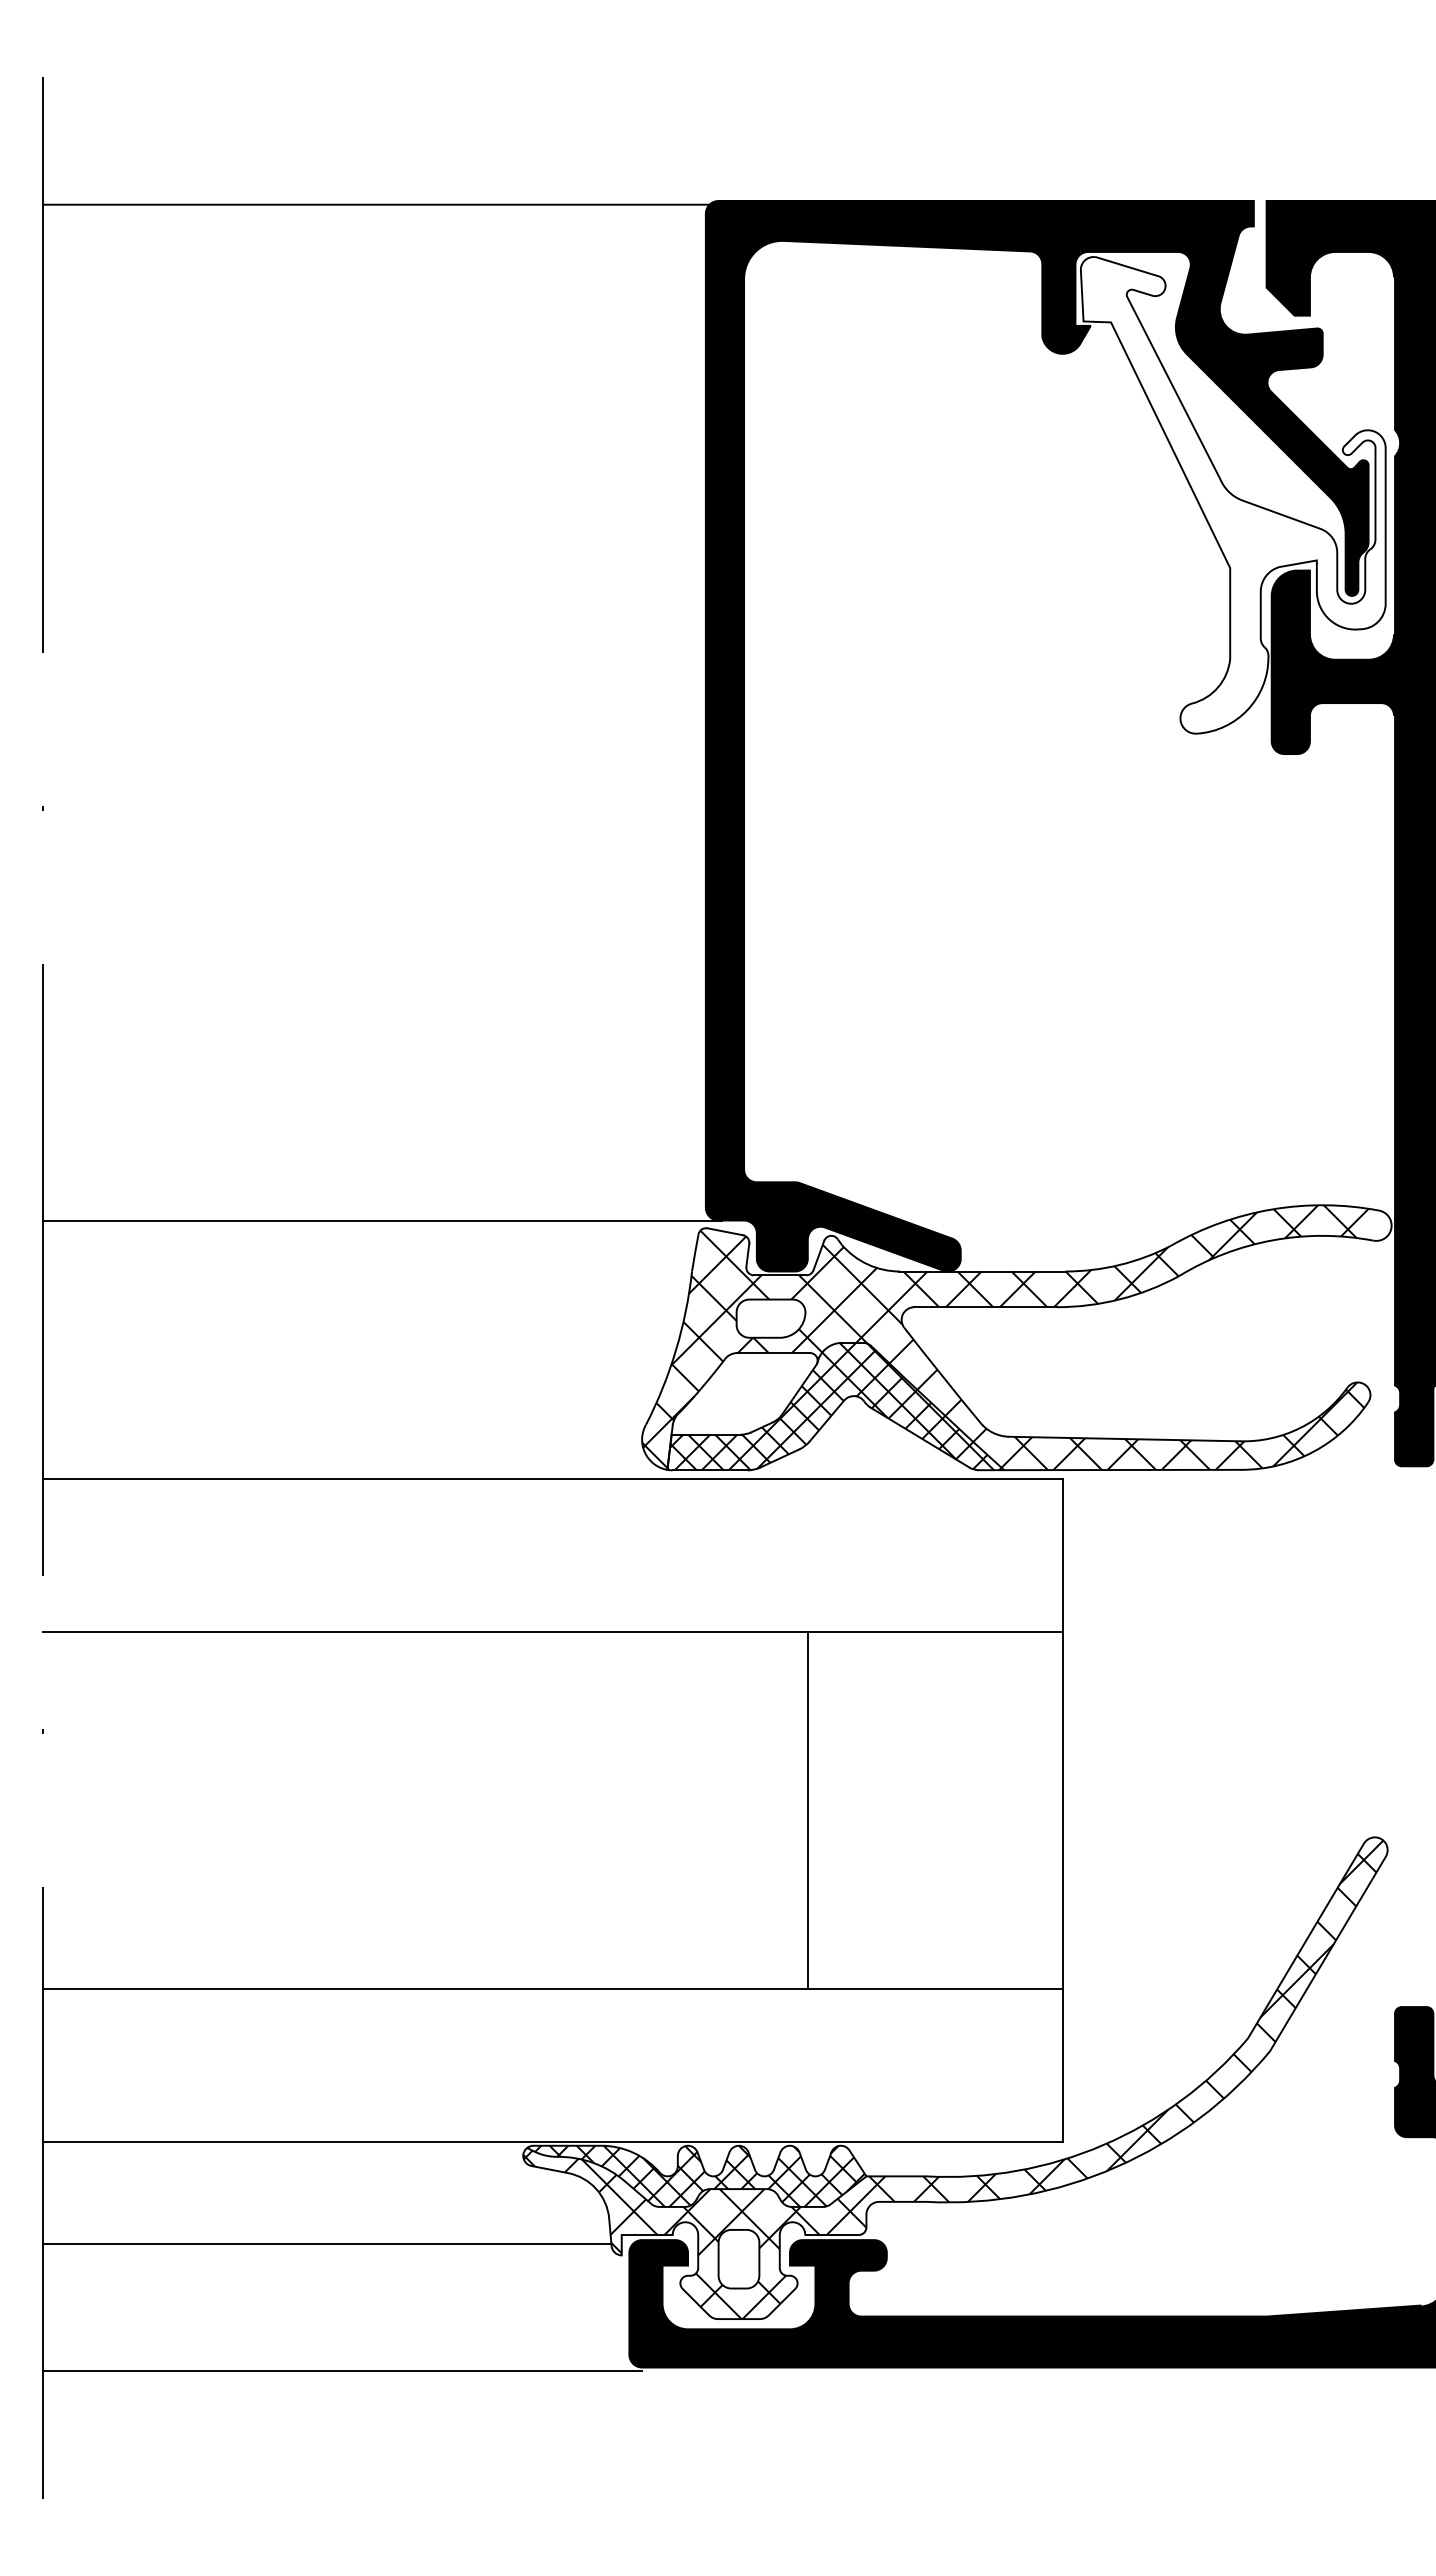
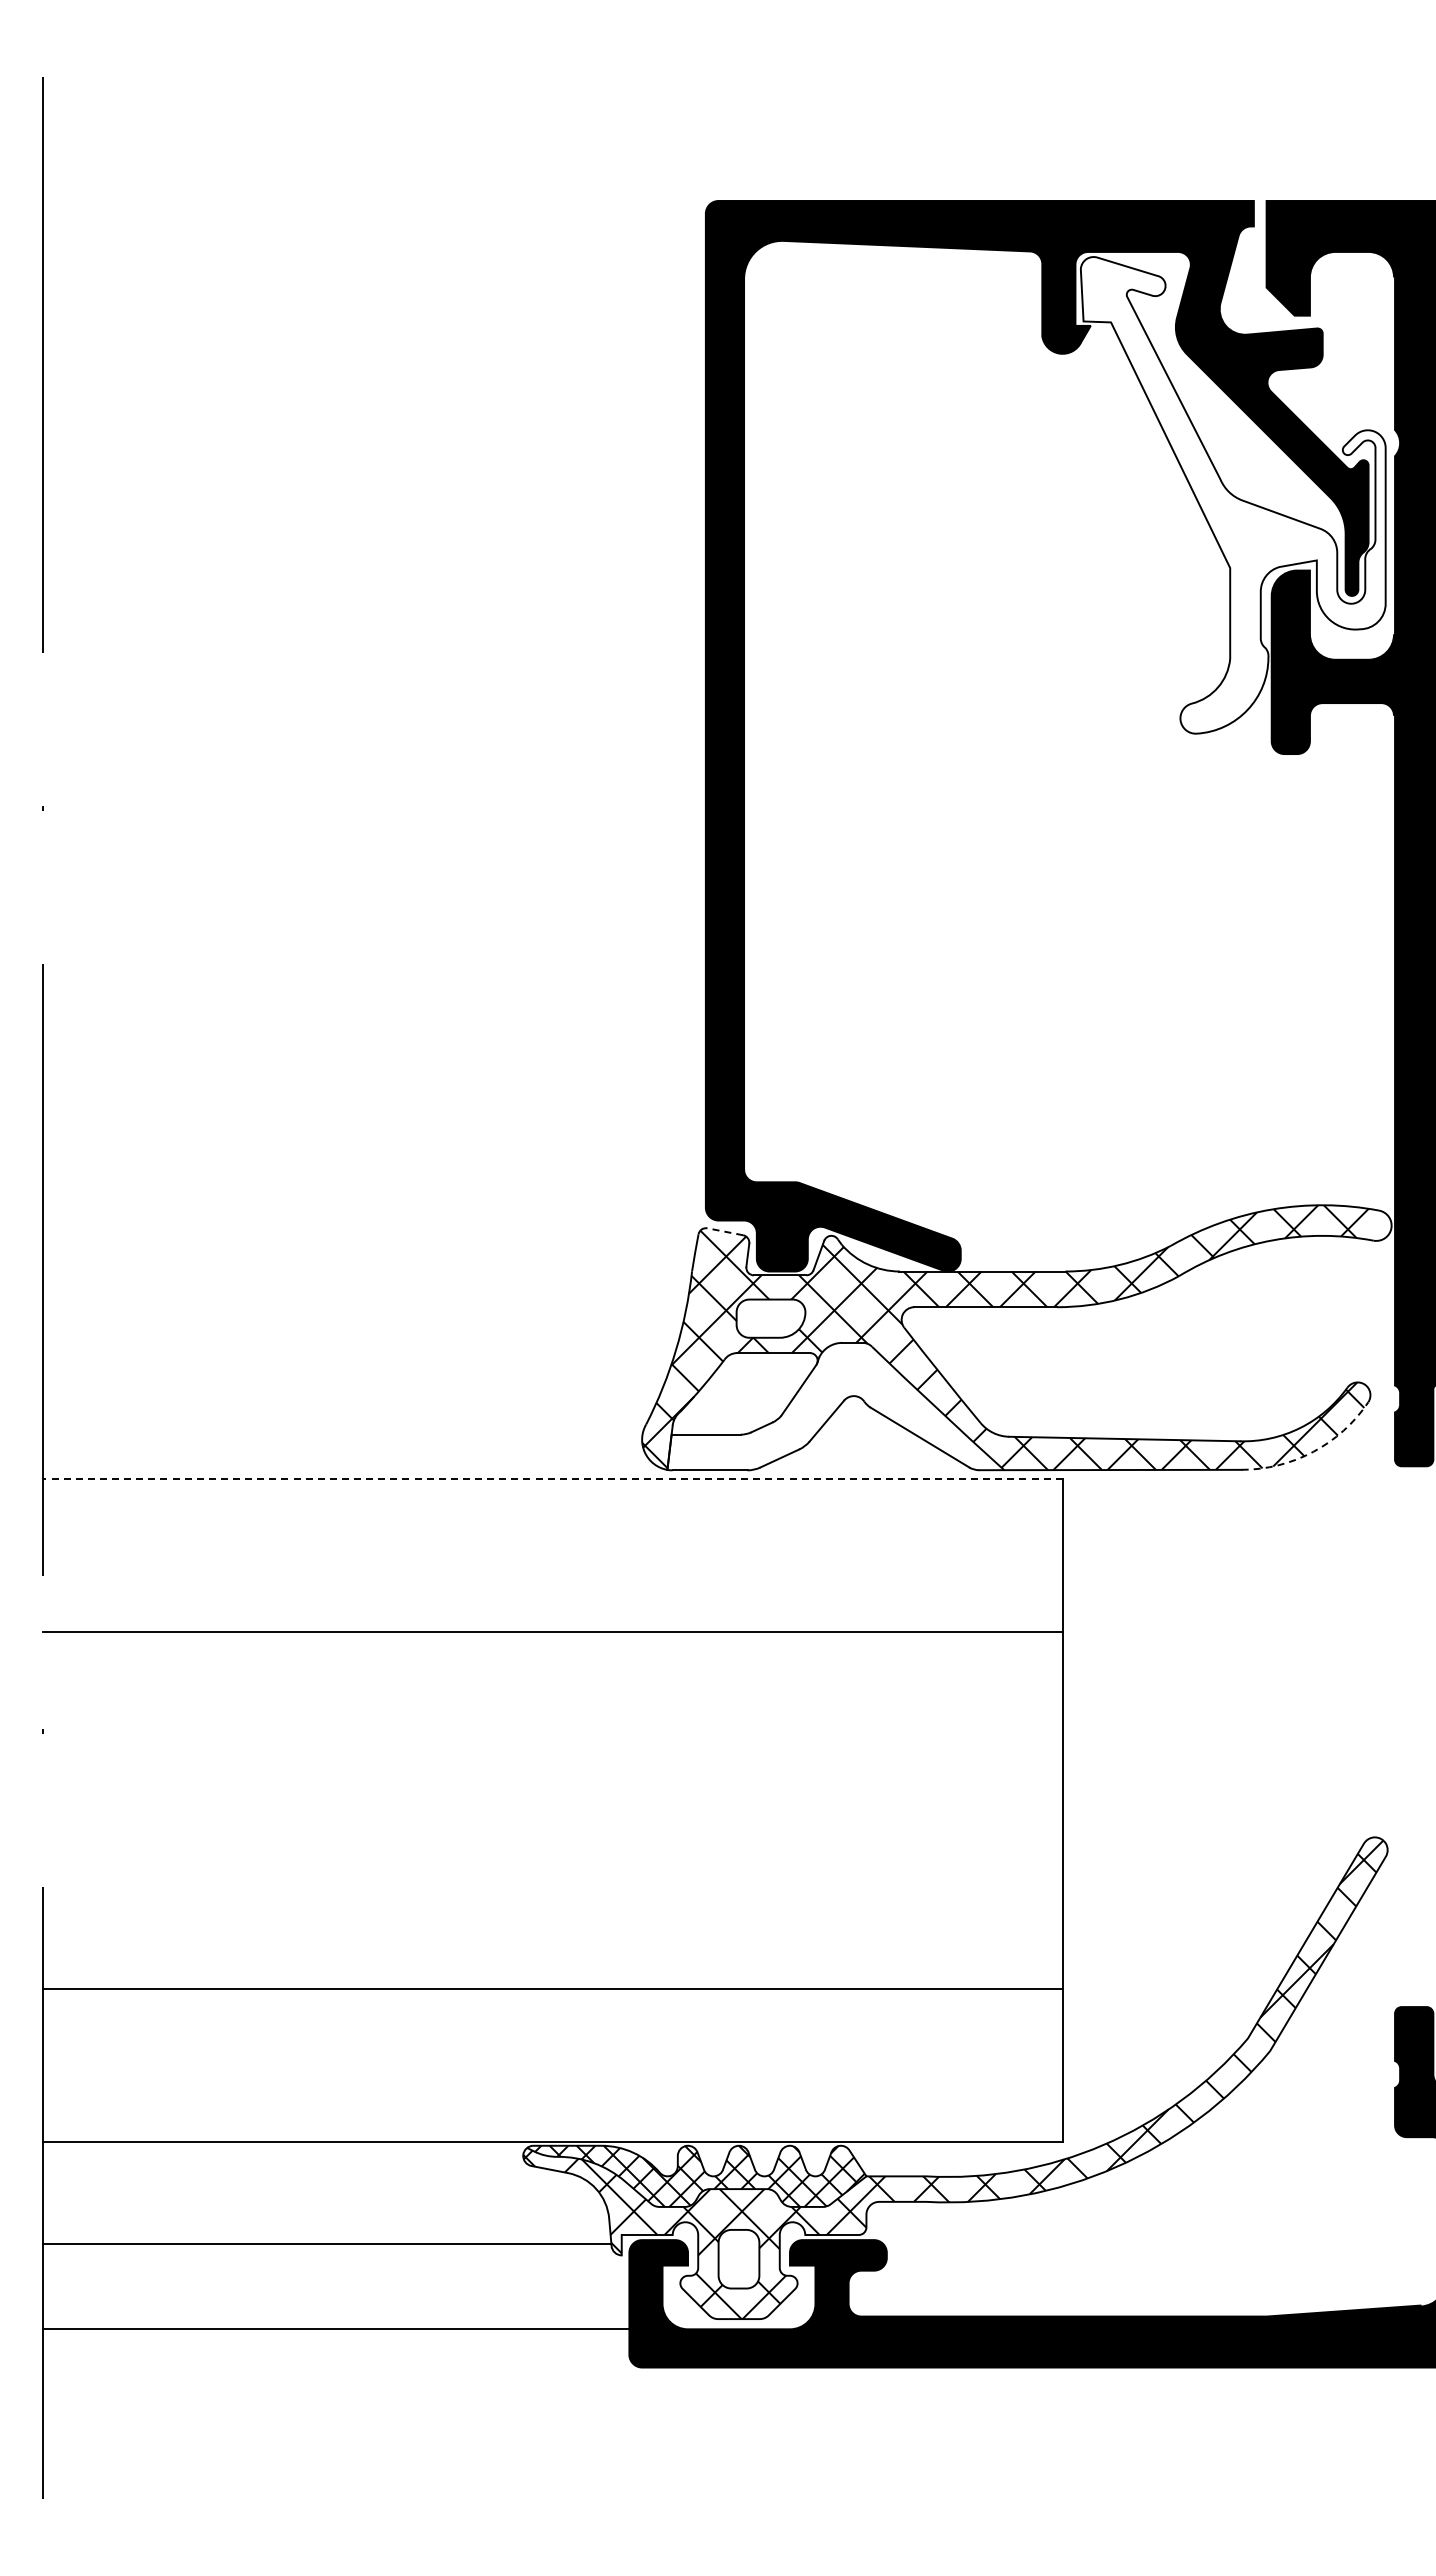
line at (380, 204): present -> none
line at (382, 1220): present -> none
line at (724, 1231): solid -> dashed
hatch at (834, 1406): present -> none
arc at (1313, 1451): solid -> dashed
line at (552, 1479): solid -> dashed
line at (807, 1810): present -> none
line at (342, 2371) position: (342, 2371) -> (342, 2329)
